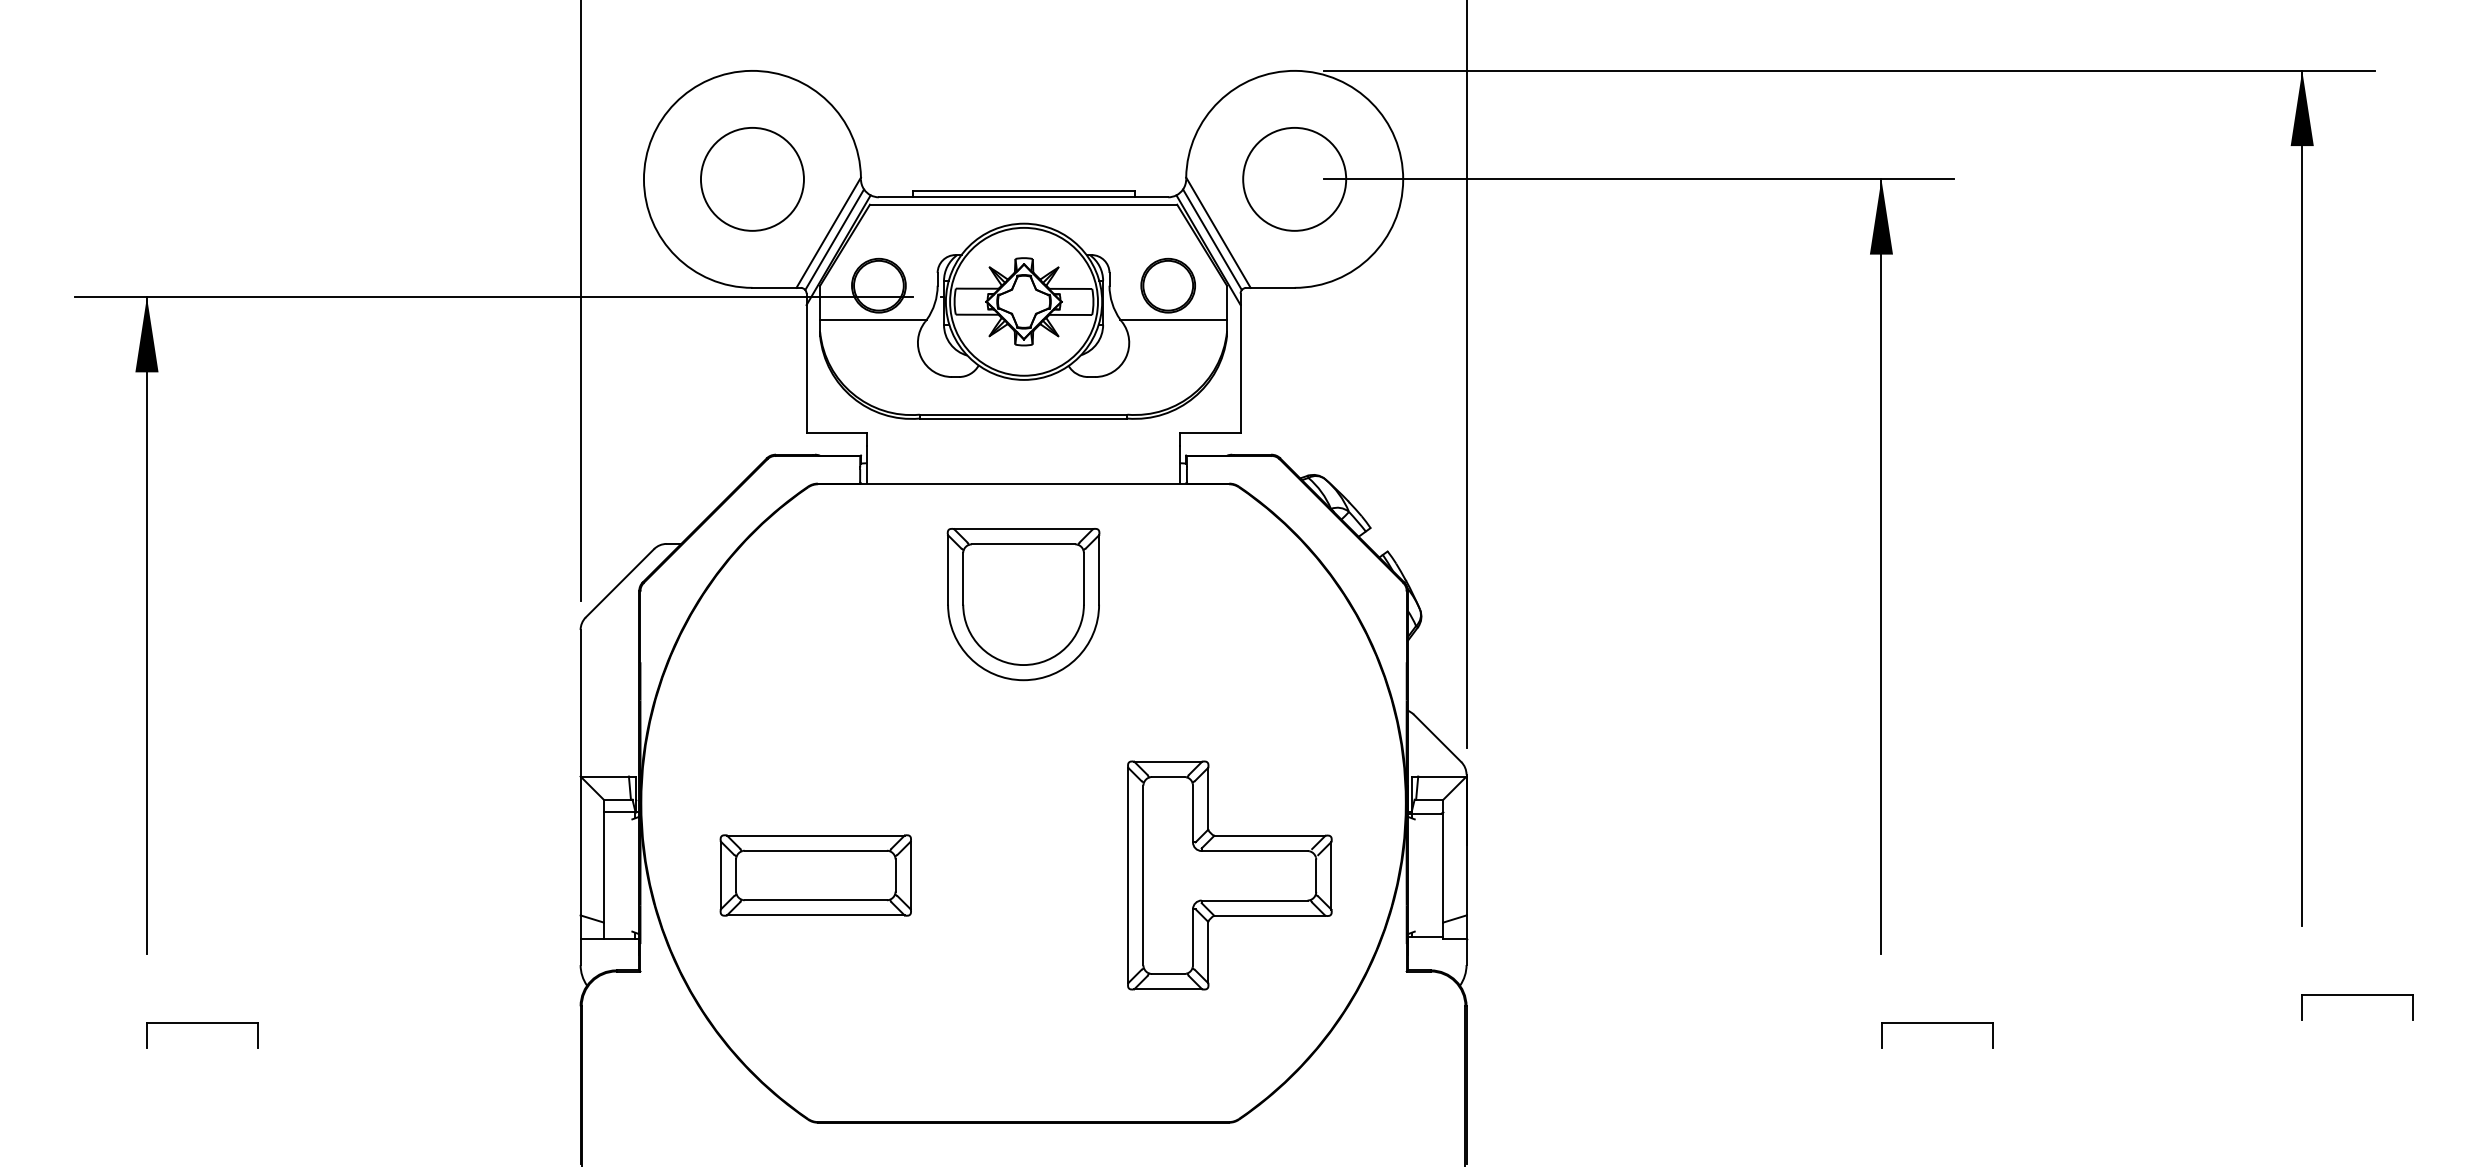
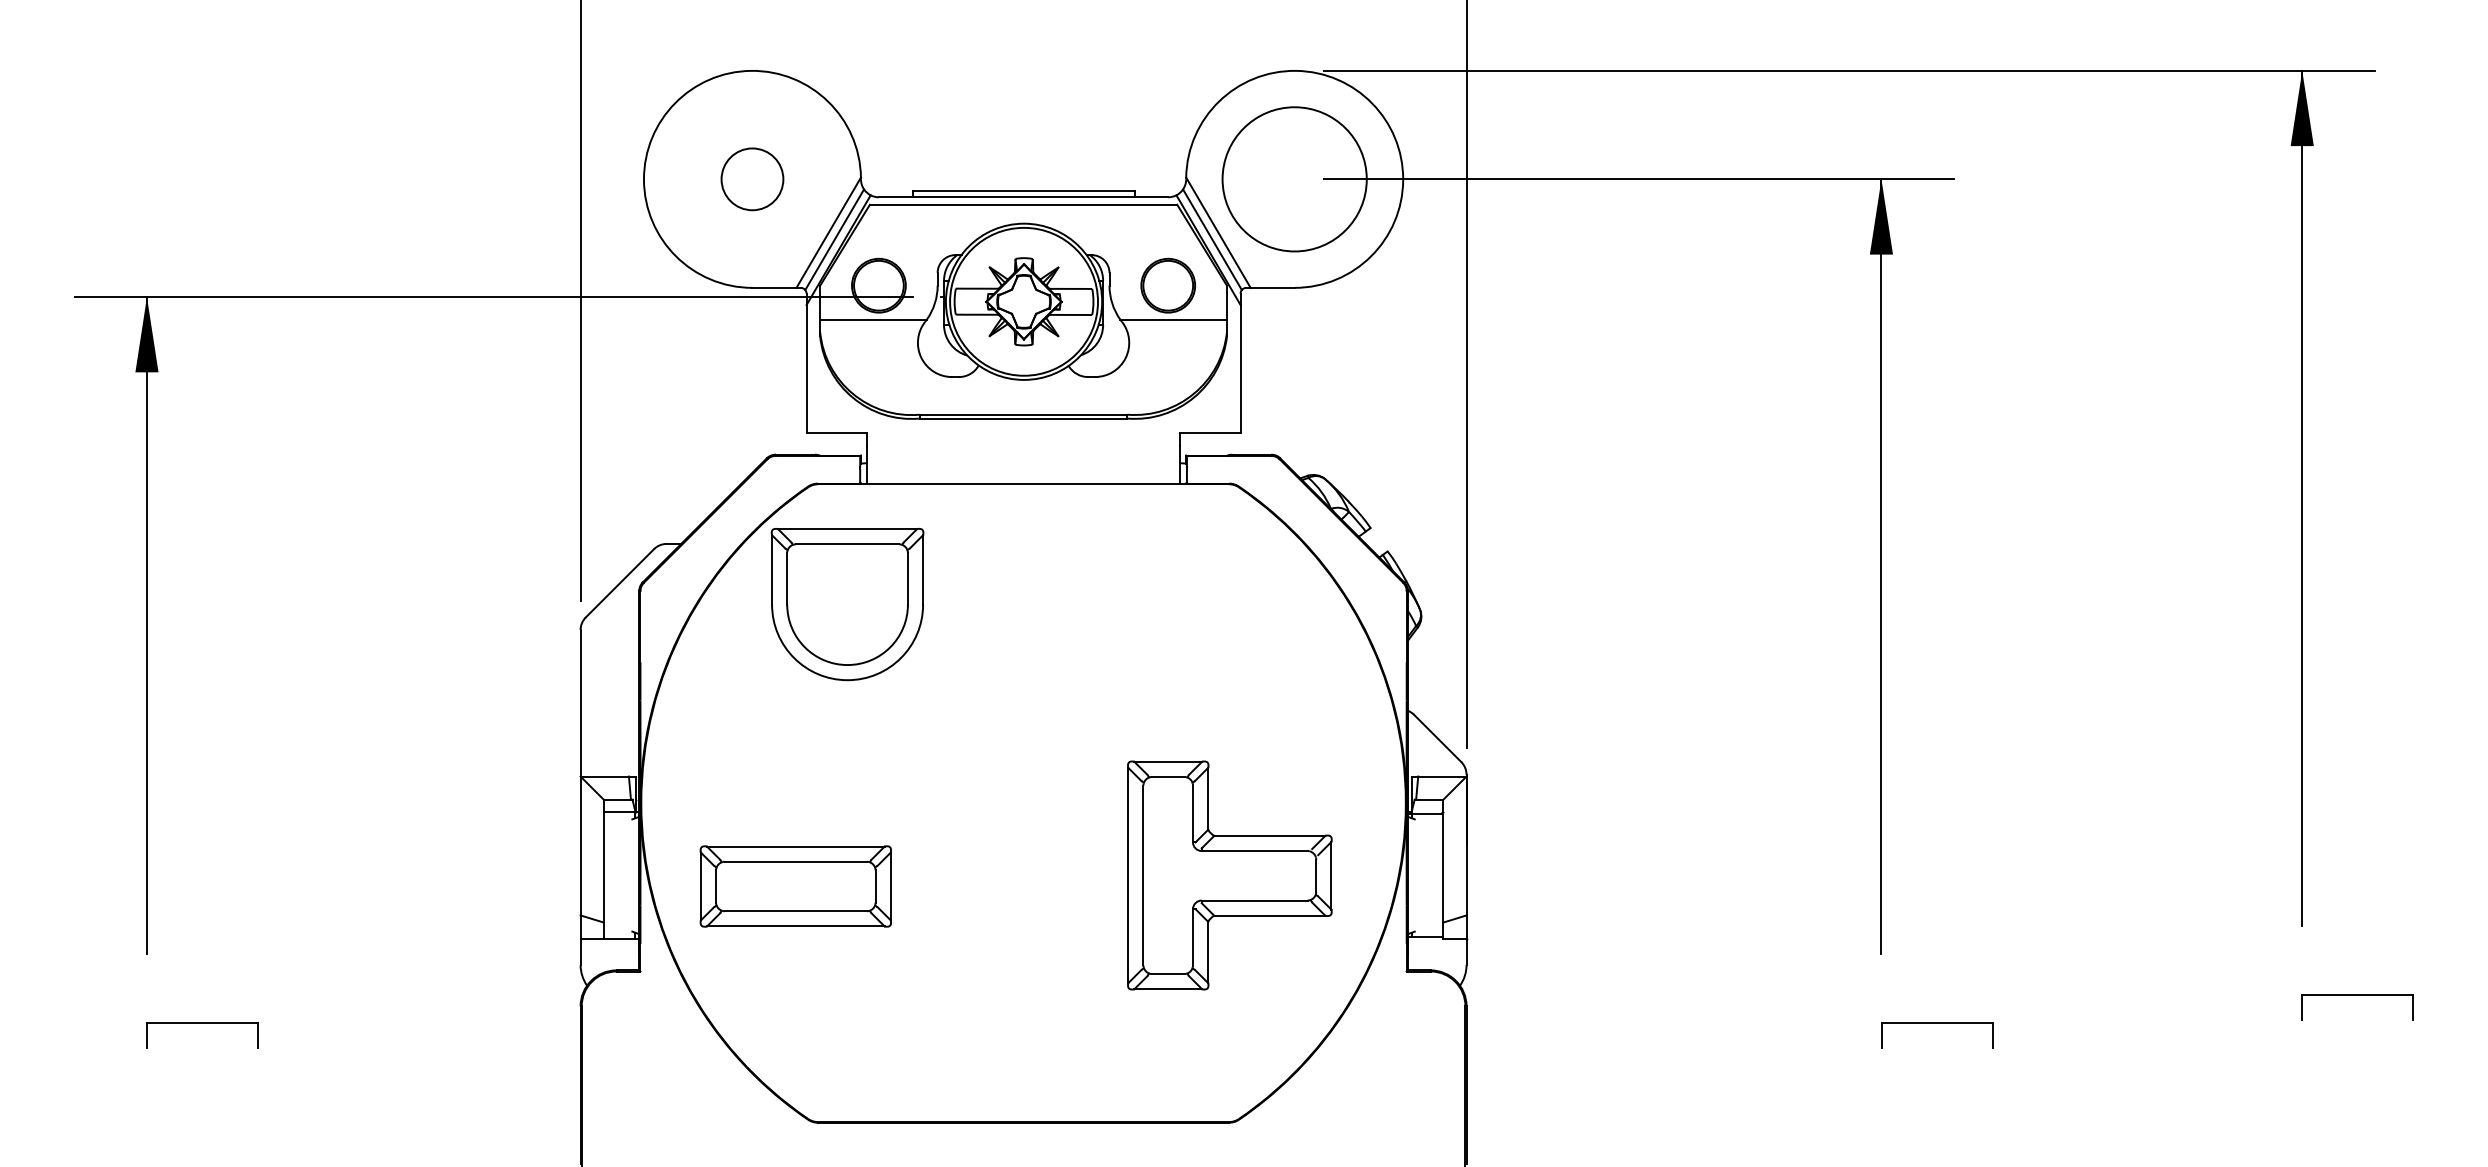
circle at (751, 178) diameter: 103 px -> 62 px
circle at (1294, 178) diameter: 103 px -> 144 px
part at (1023, 604) position: (1023, 604) -> (847, 604)
part at (815, 875) position: (815, 875) -> (795, 886)
